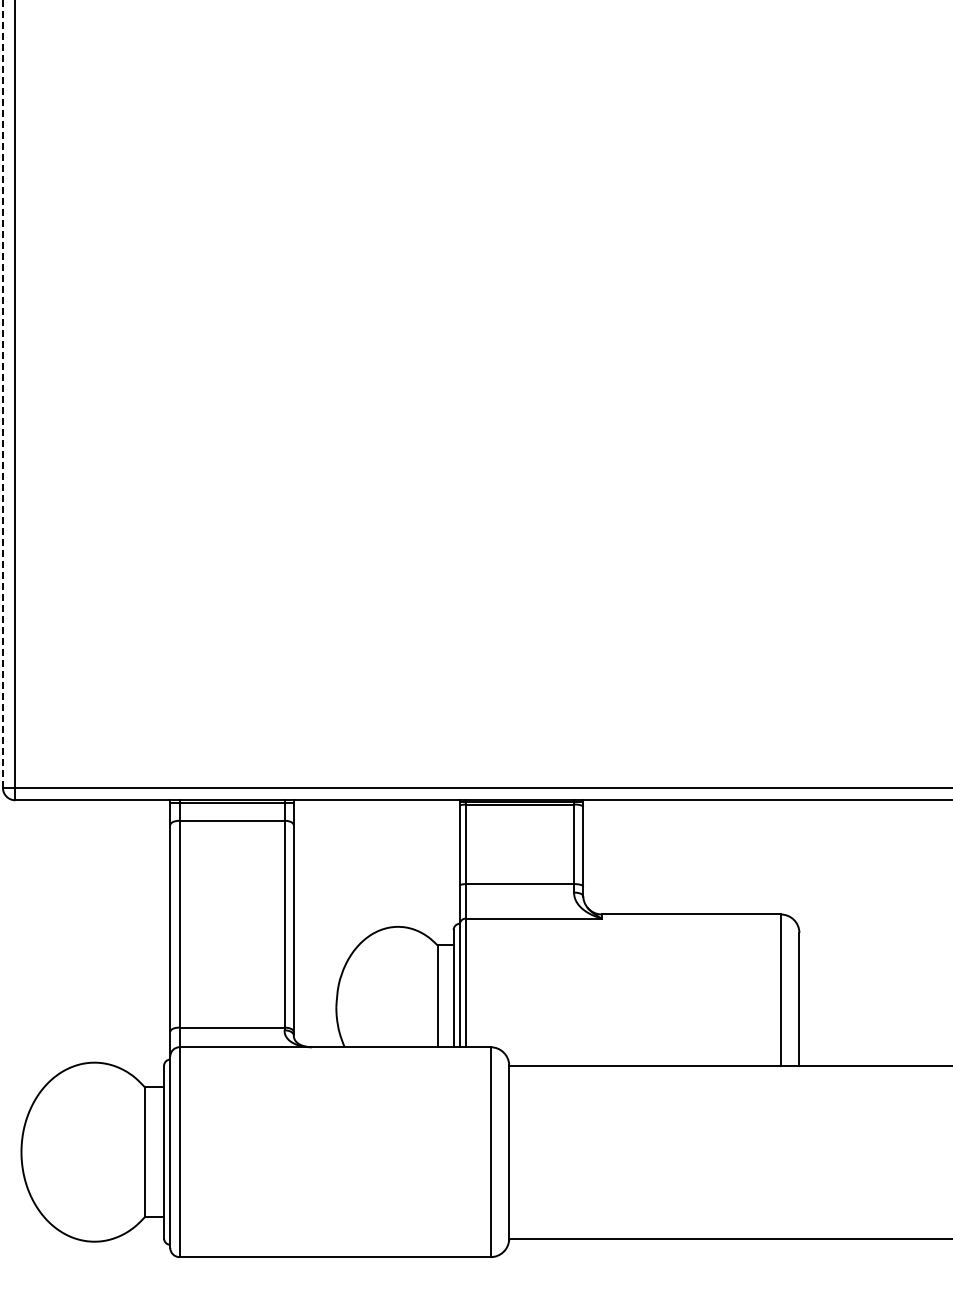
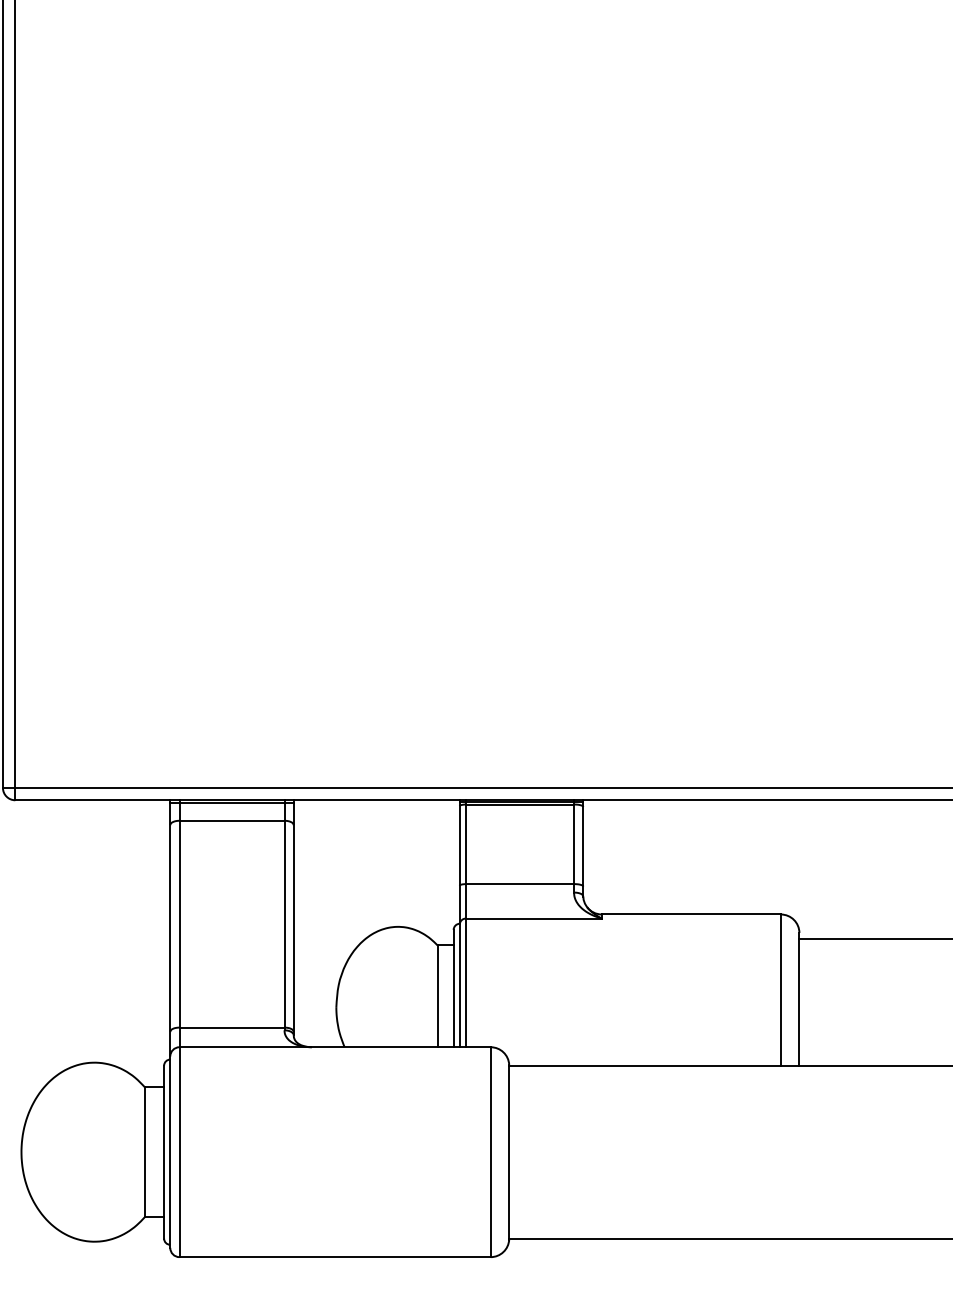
line at (2, 393): dashed -> solid
line at (874, 939): none -> present
